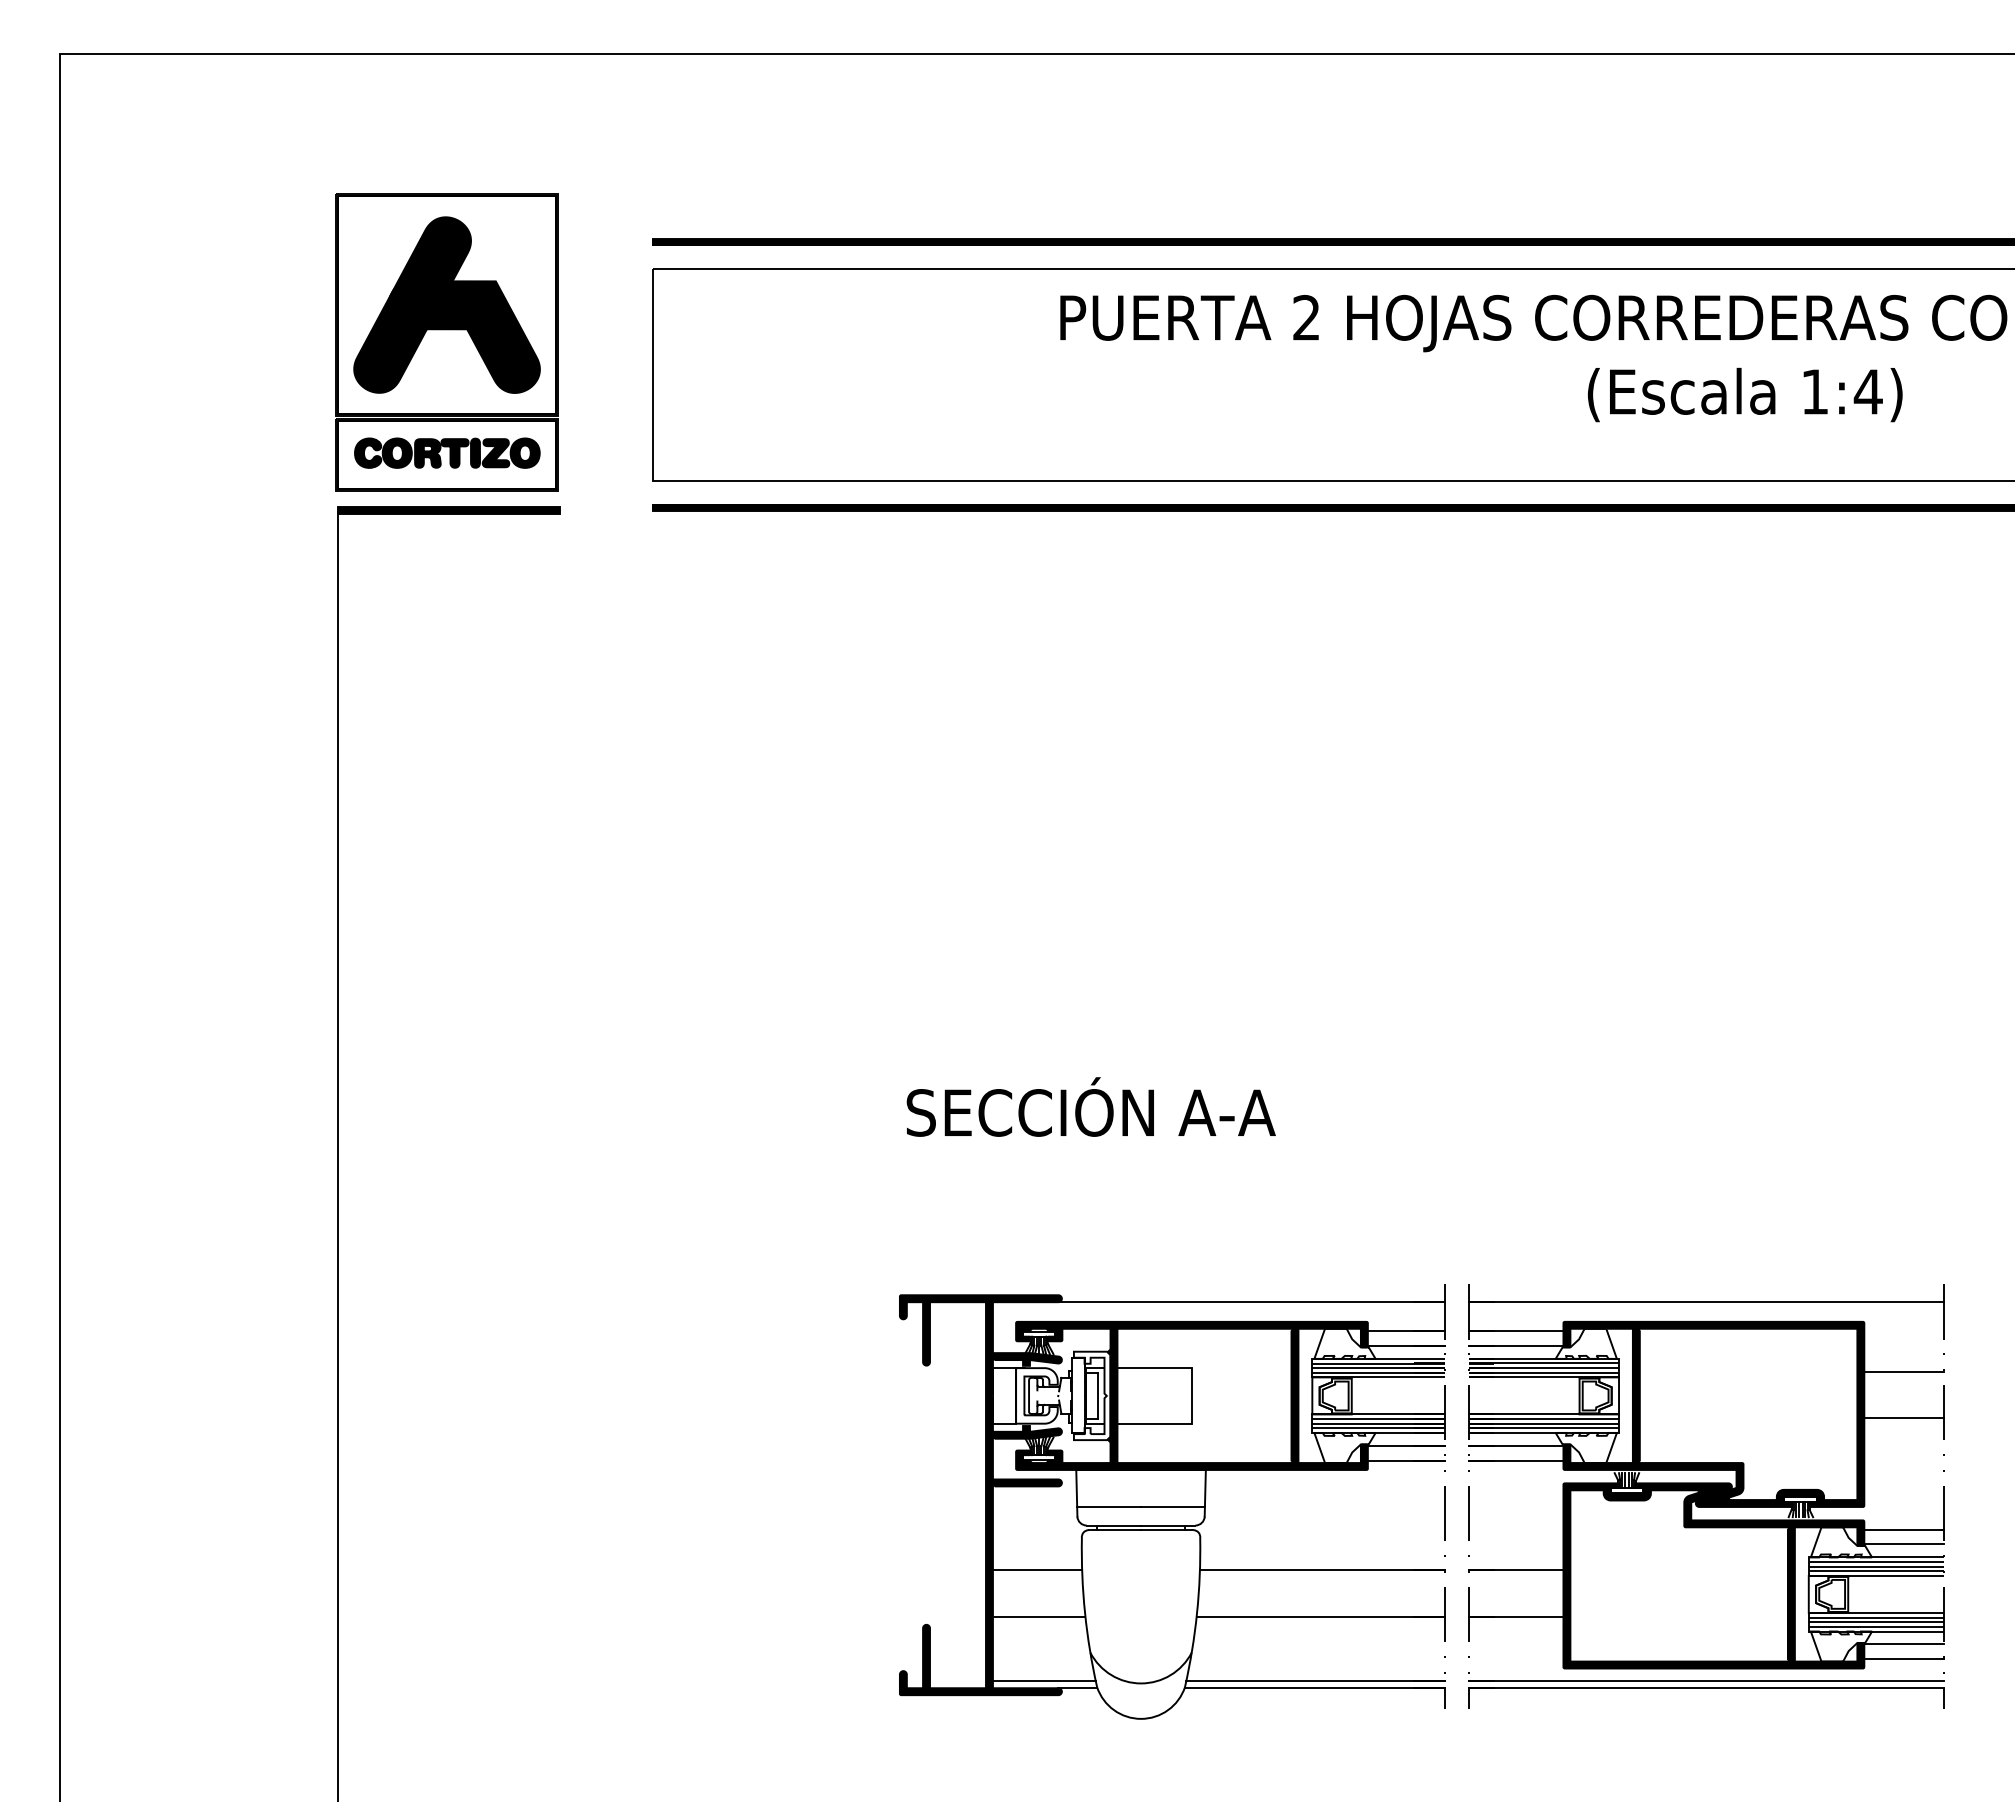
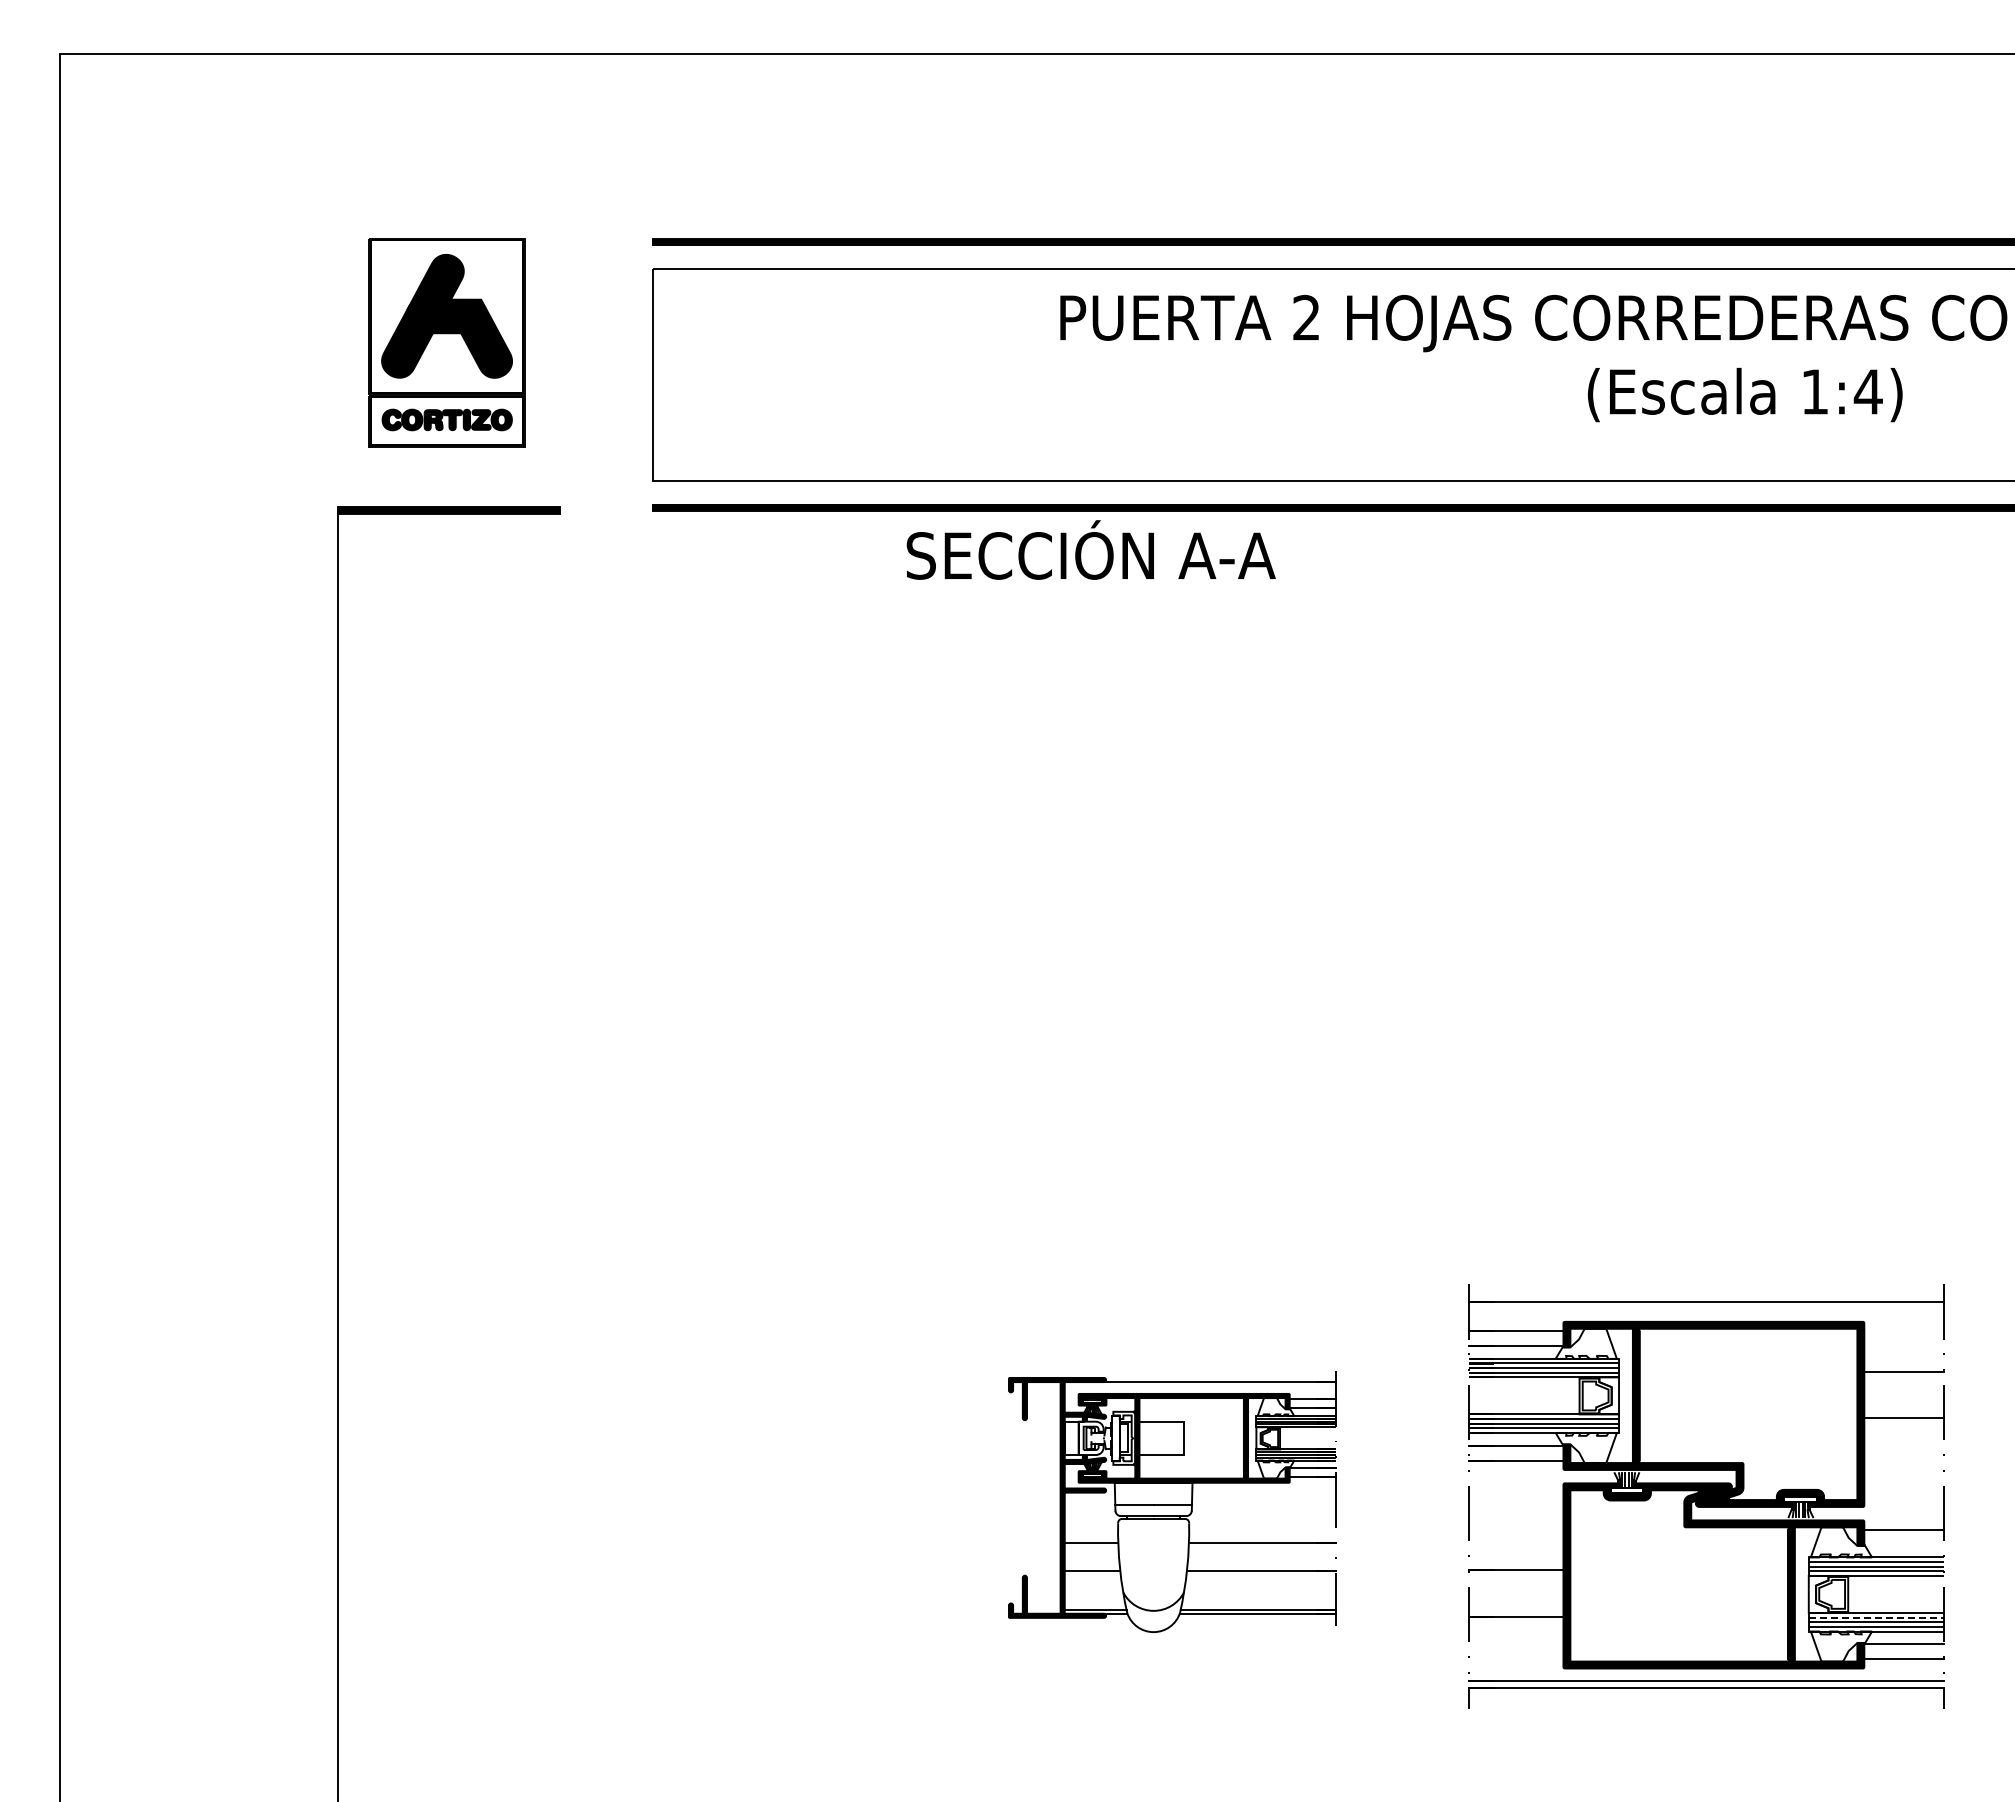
part at (446, 342) size: 224x299 px -> 158x210 px
text at (1090, 1106) position: (1090, 1106) -> (1090, 549)
part at (1172, 1501) size: 547x436 px -> 329x262 px
line at (1904, 1544): present -> none
line at (1876, 1617): solid -> dashed
